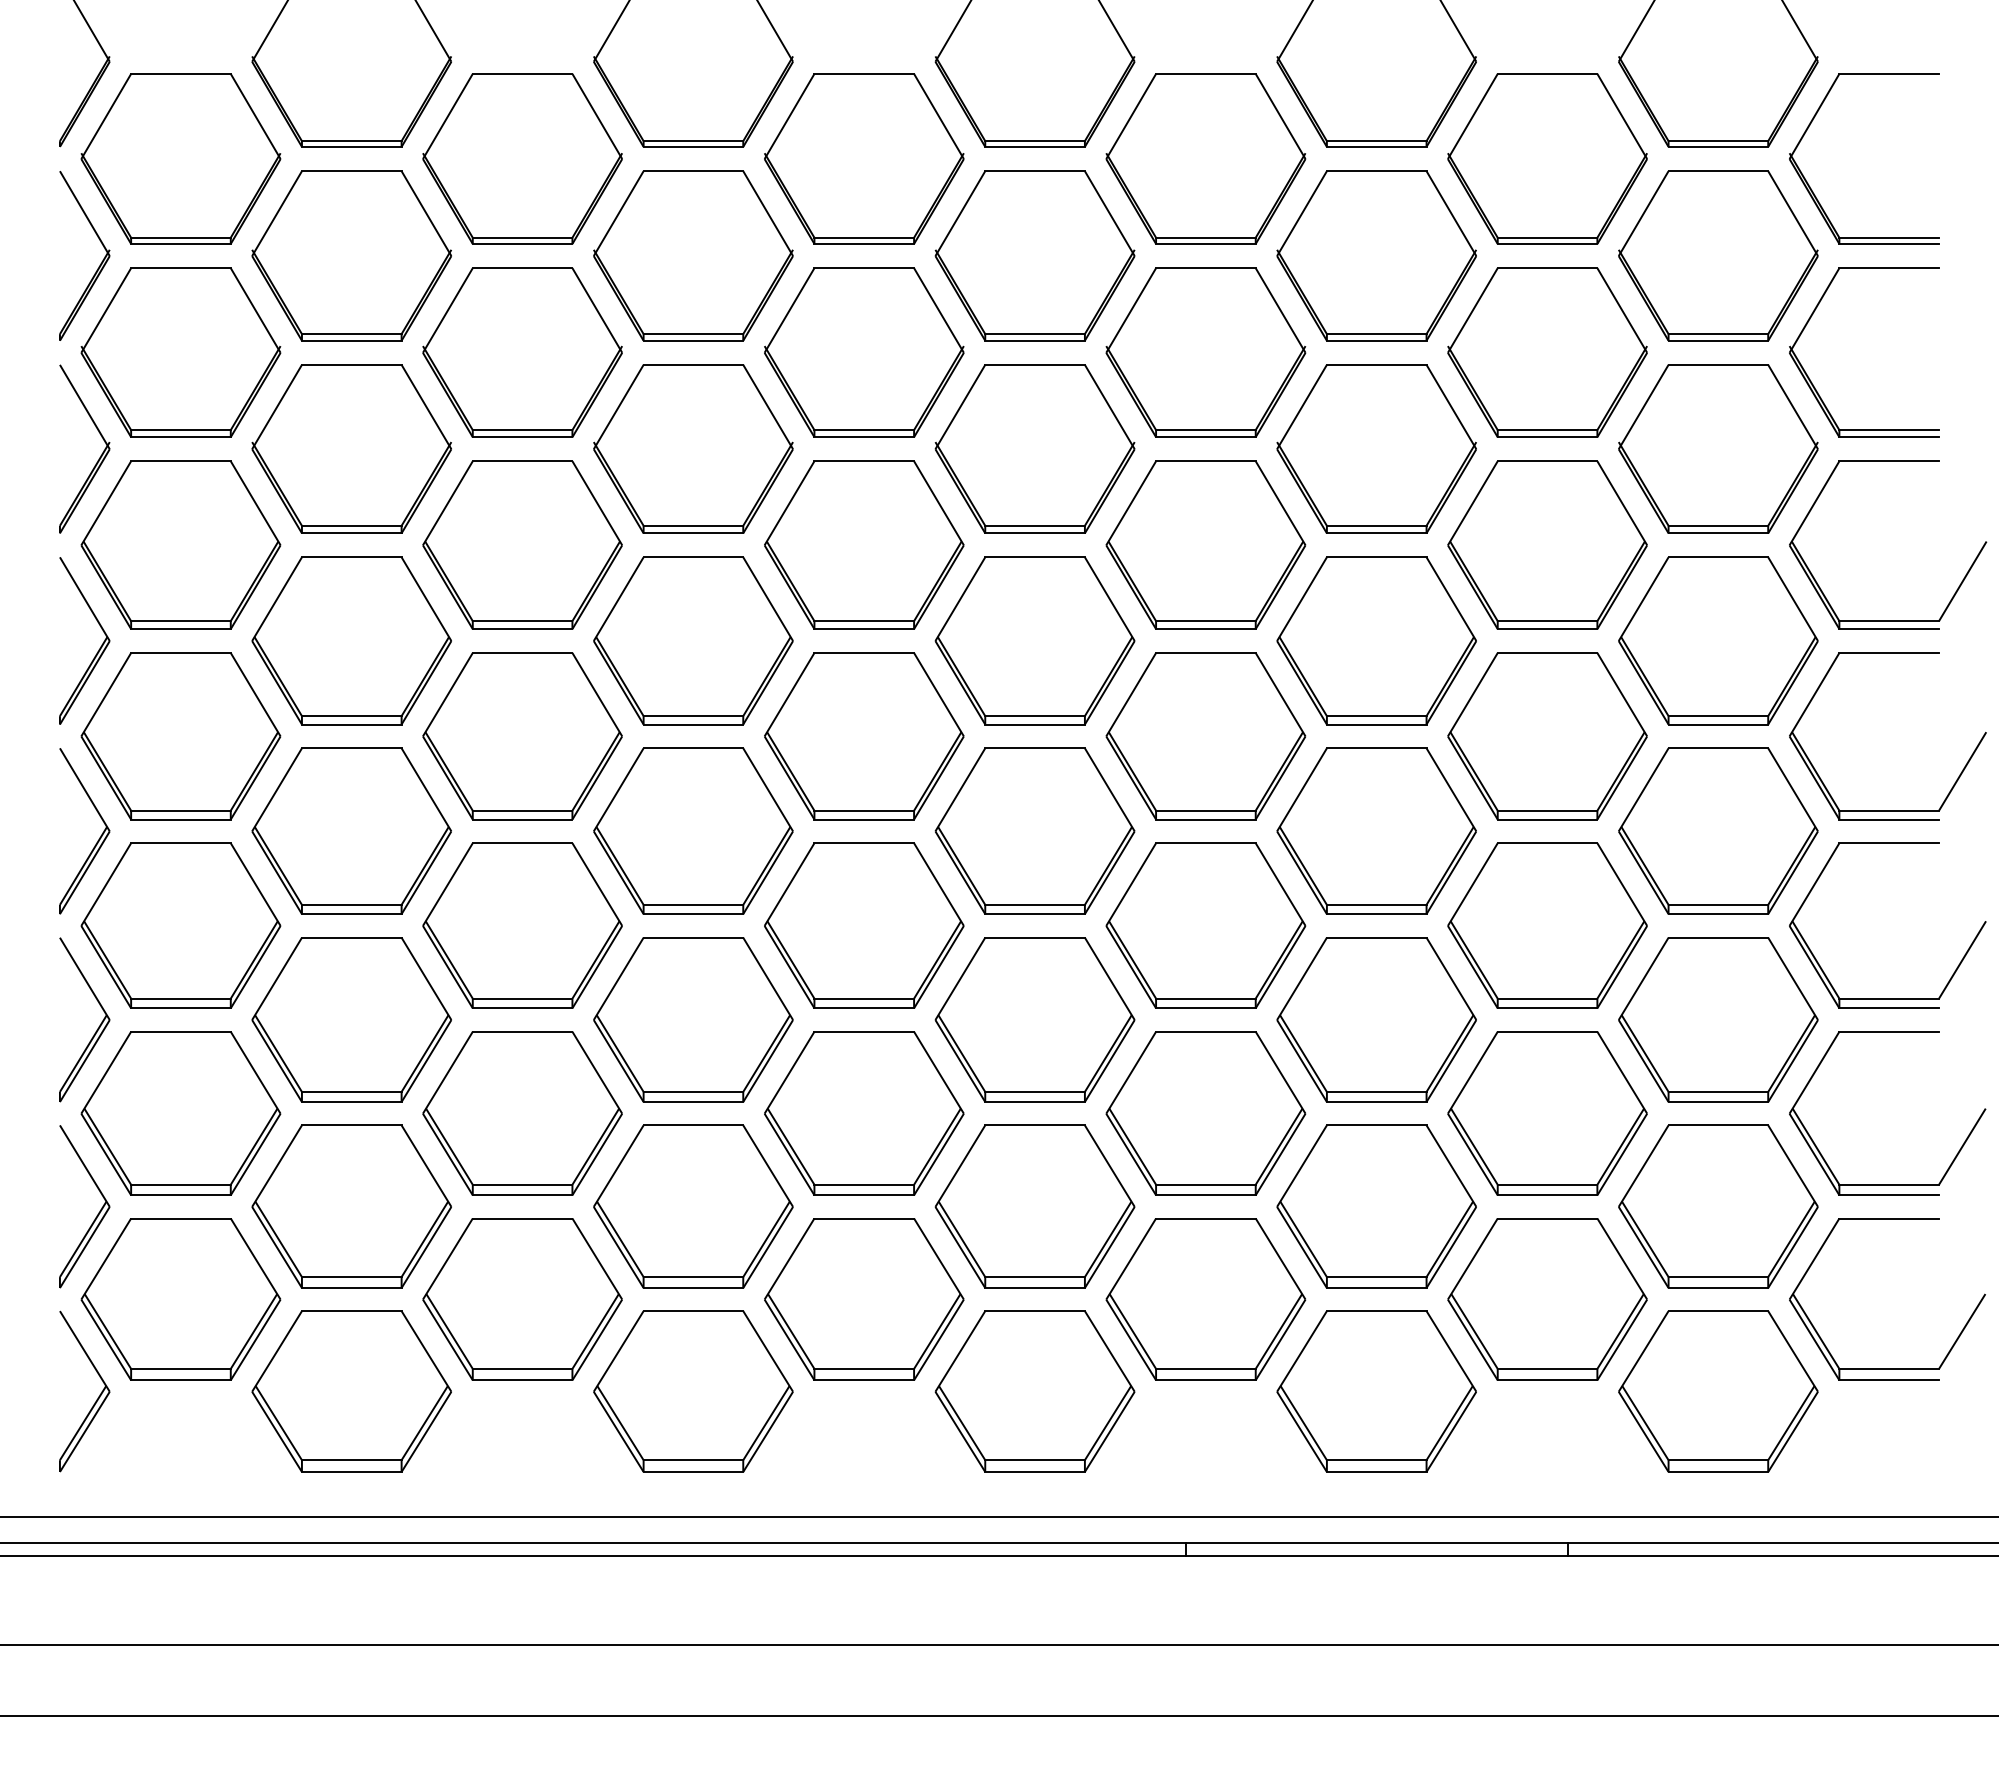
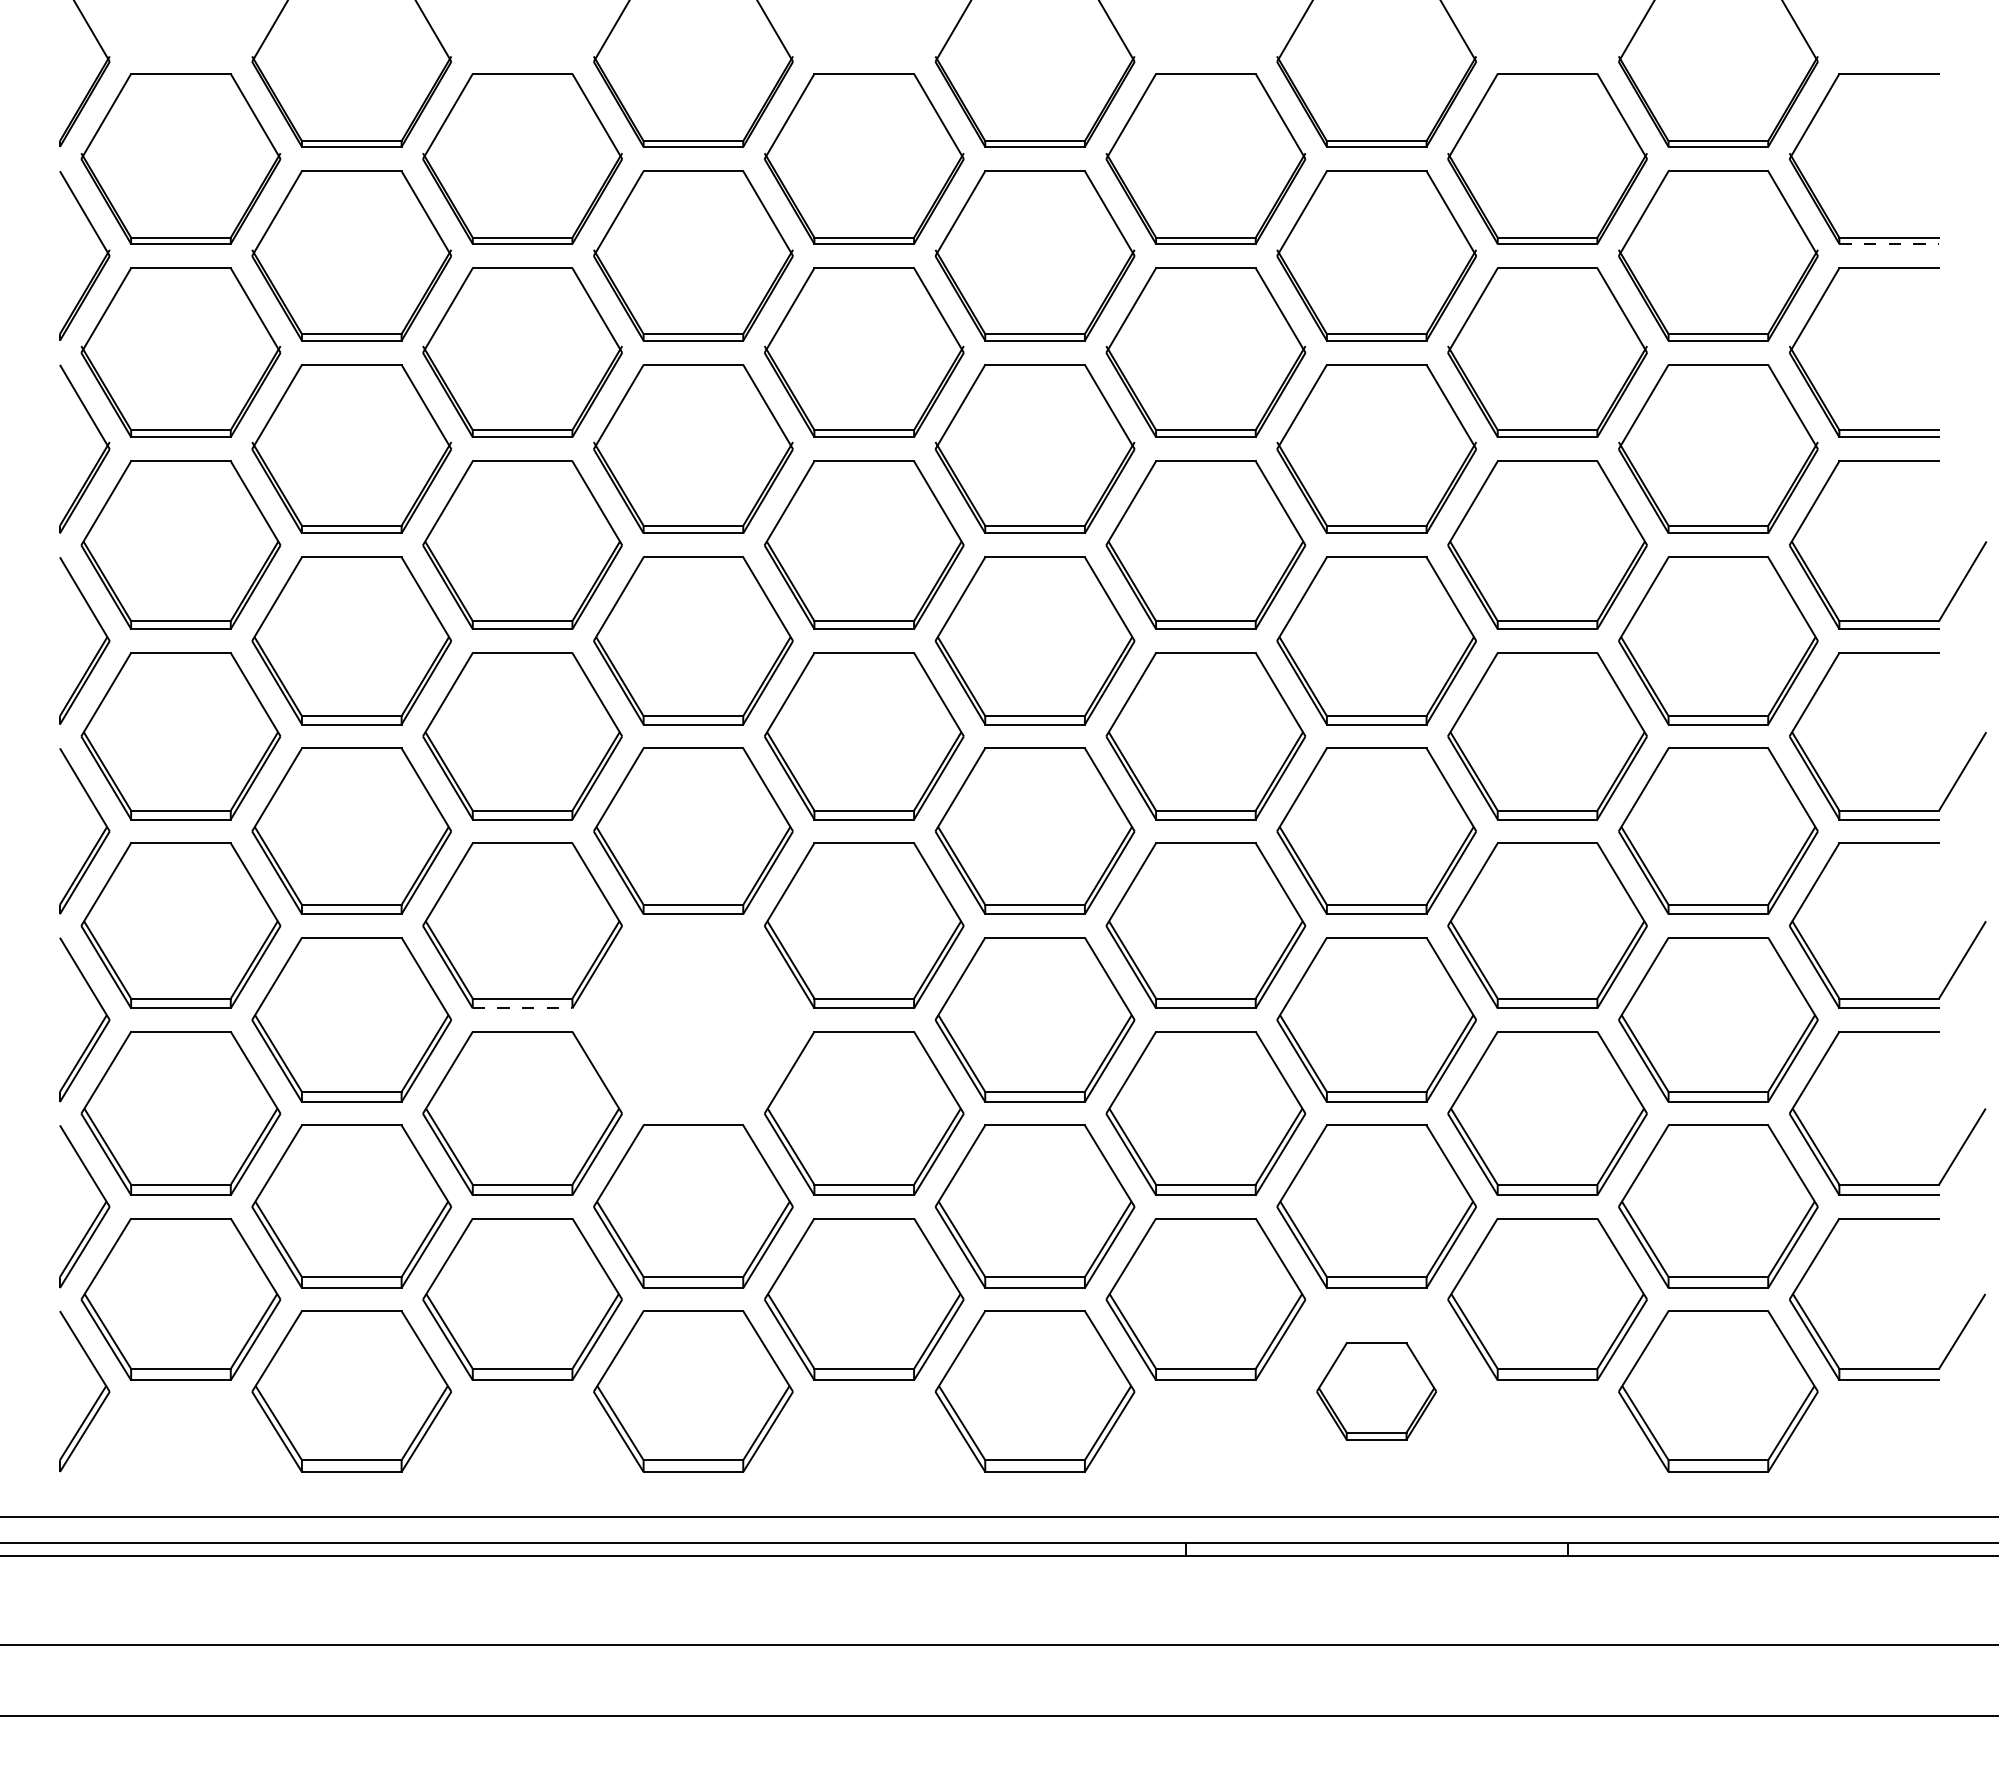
line at (1889, 243): solid -> dashed
line at (522, 1008): solid -> dashed
part at (693, 1019): present -> none
part at (1376, 1391) size: 201x163 px -> 121x99 px
